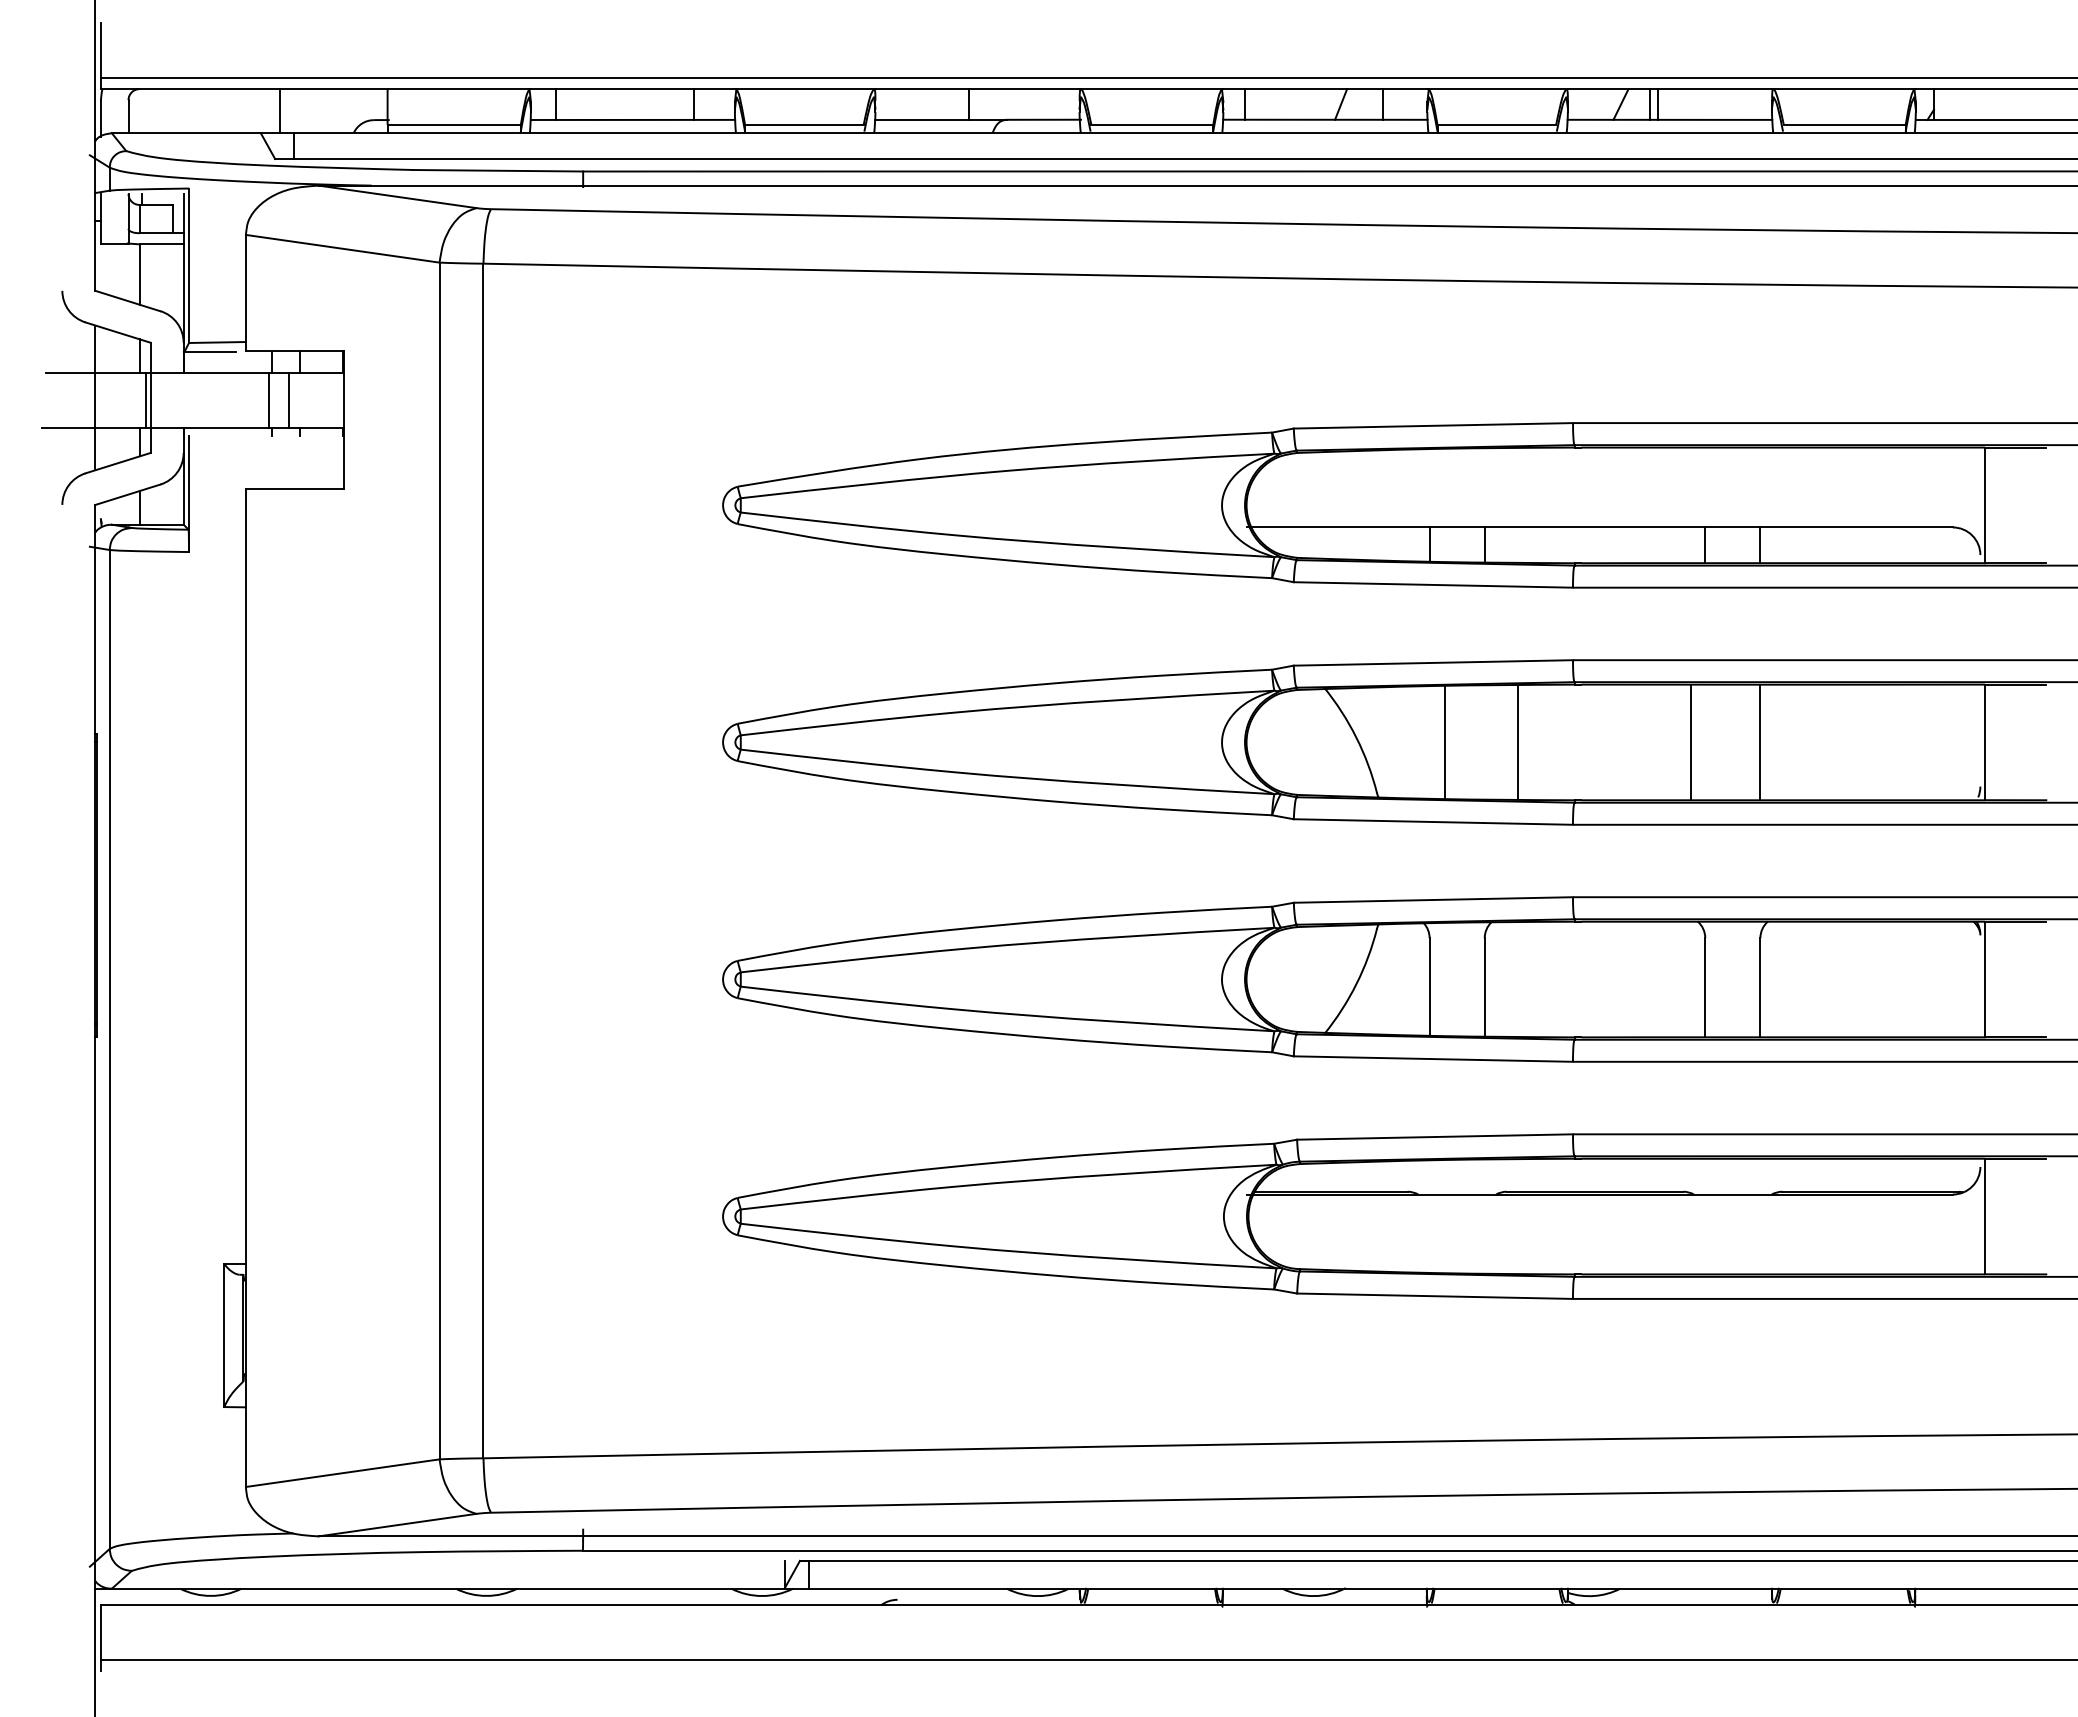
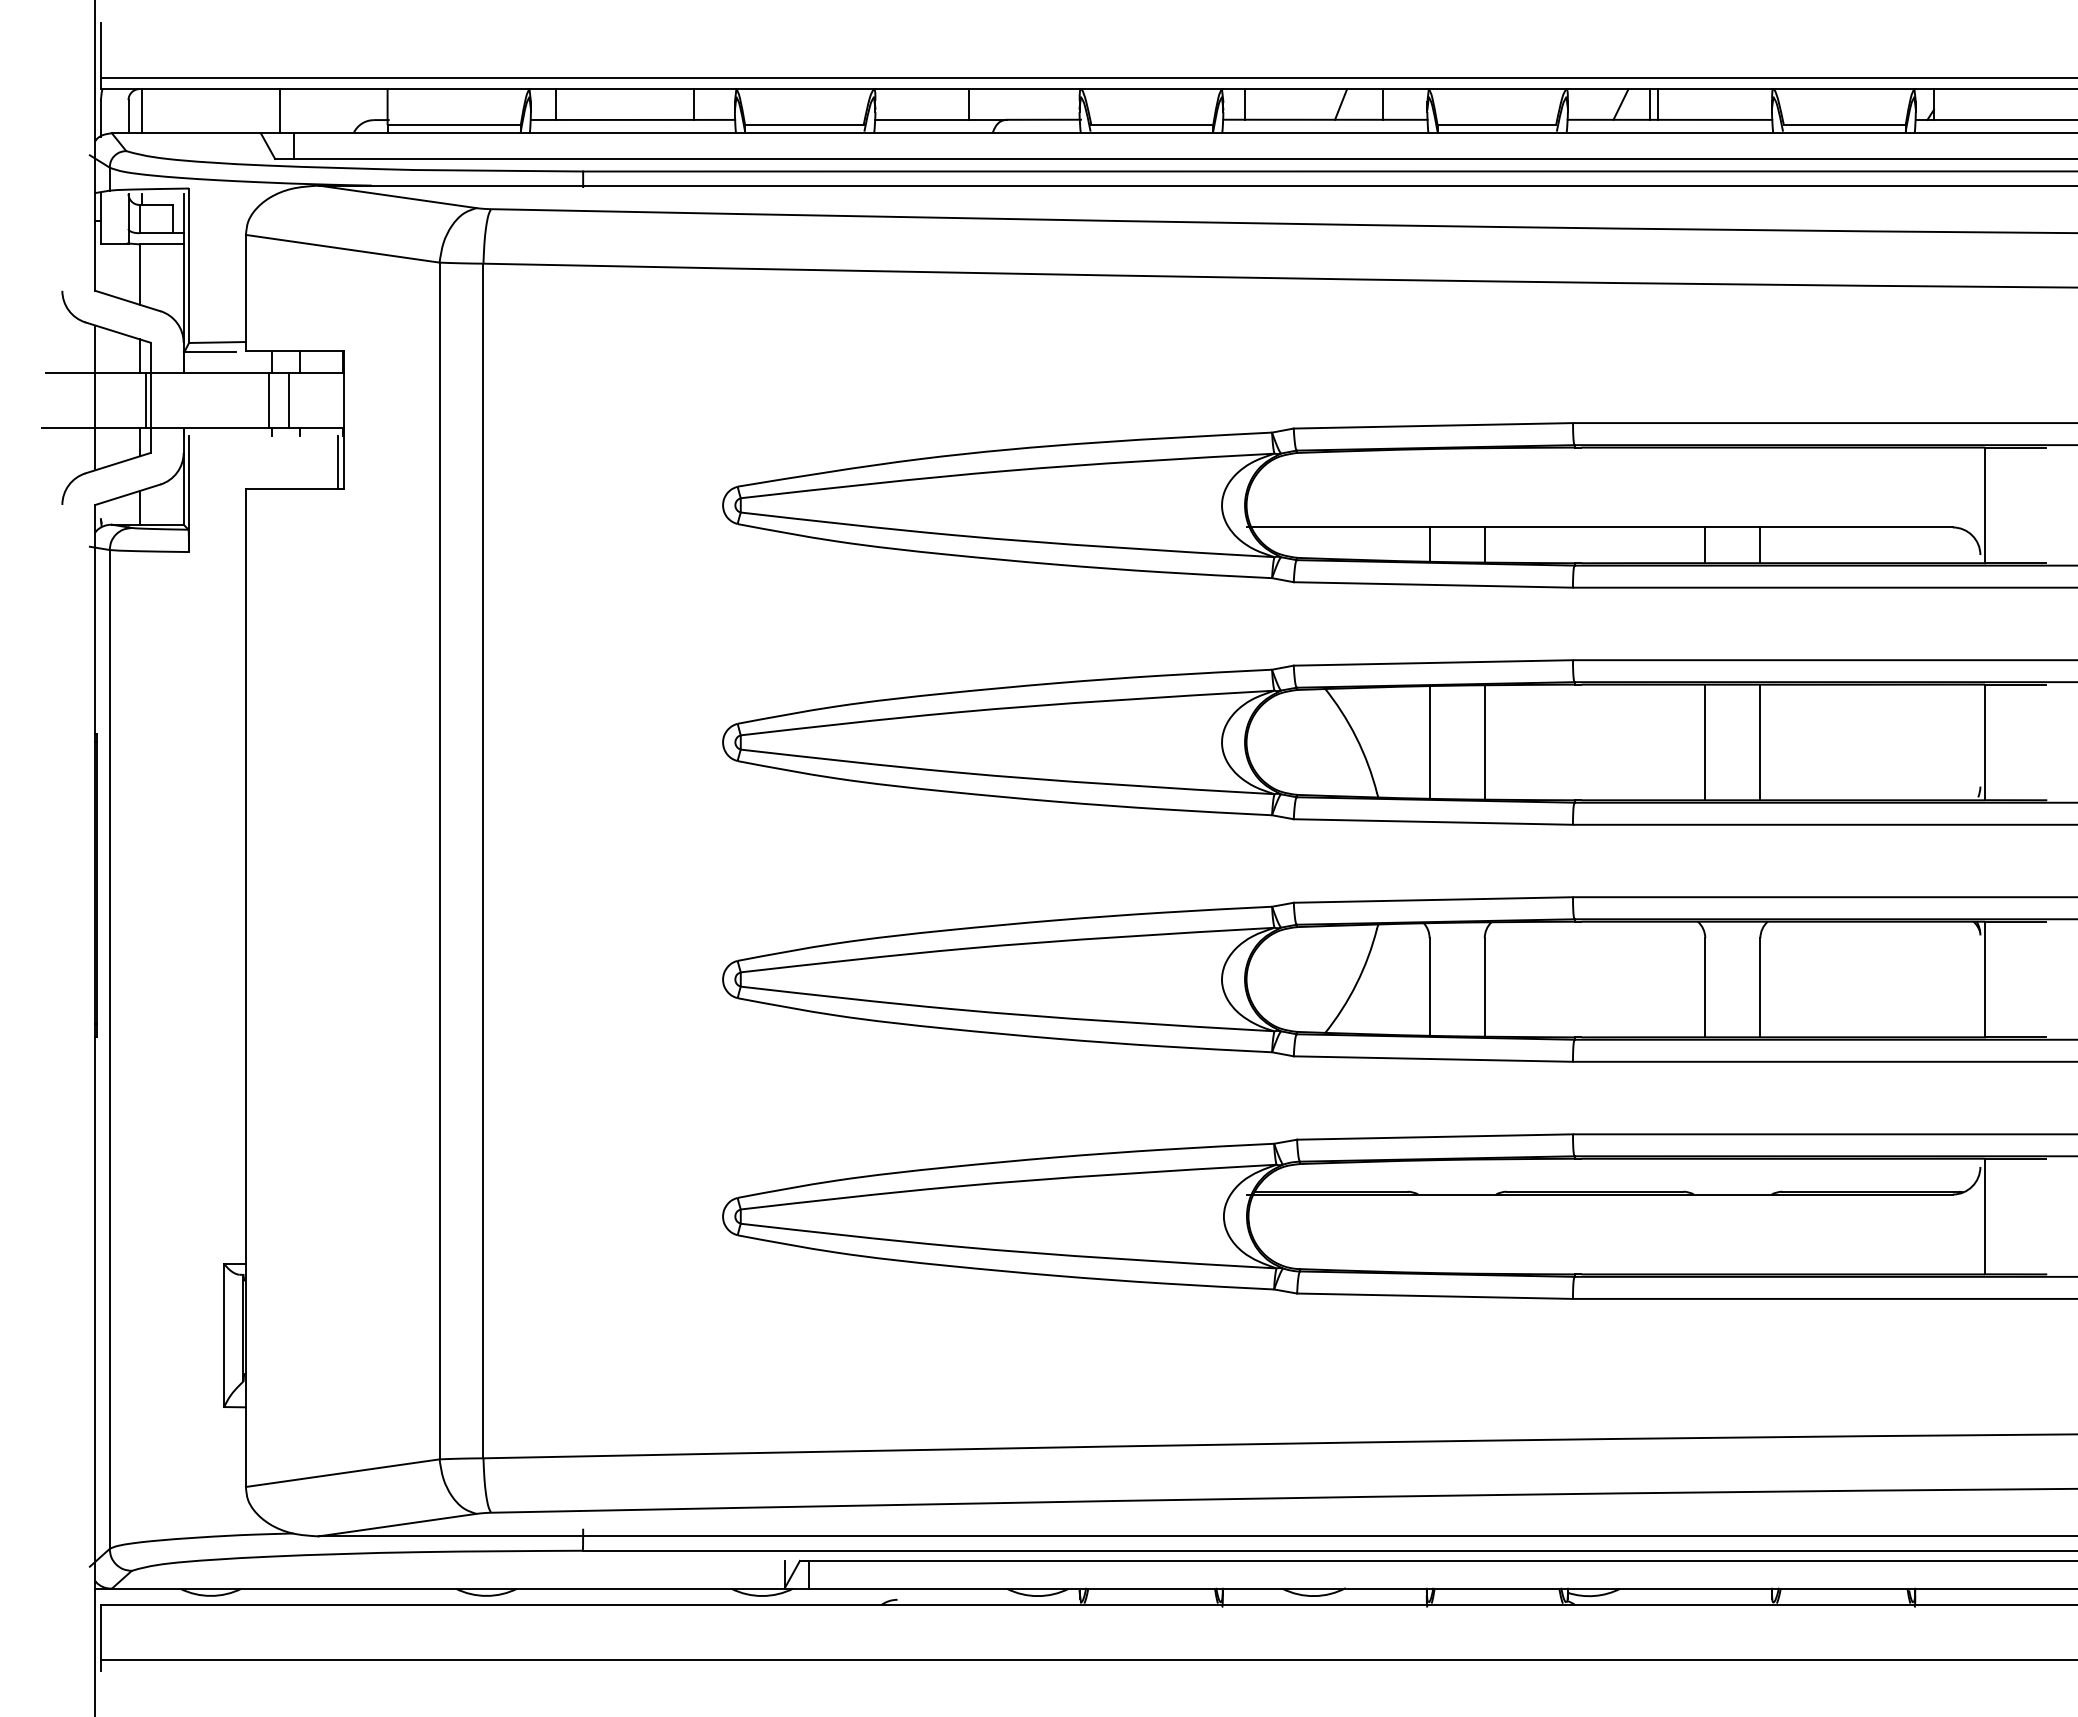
line at (142, 111): none -> present
line at (337, 462): none -> present
line at (1444, 742) position: (1444, 742) -> (1429, 742)
line at (1517, 742) position: (1517, 742) -> (1484, 742)
line at (1691, 742) position: (1691, 742) -> (1705, 742)
